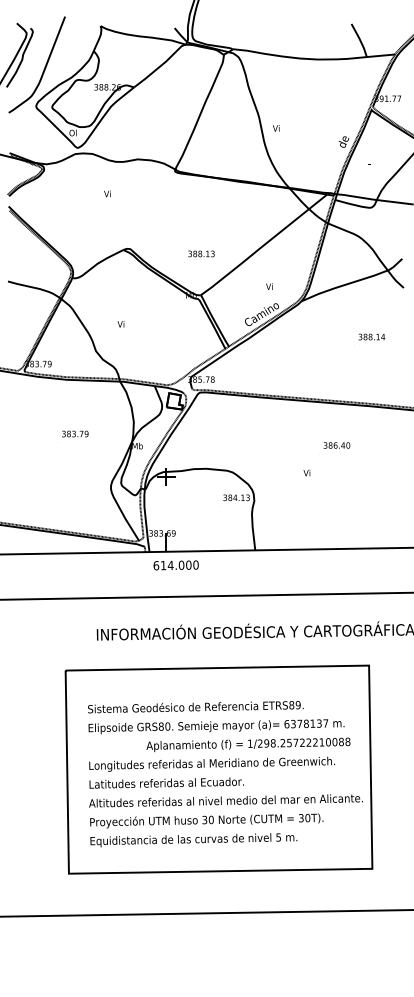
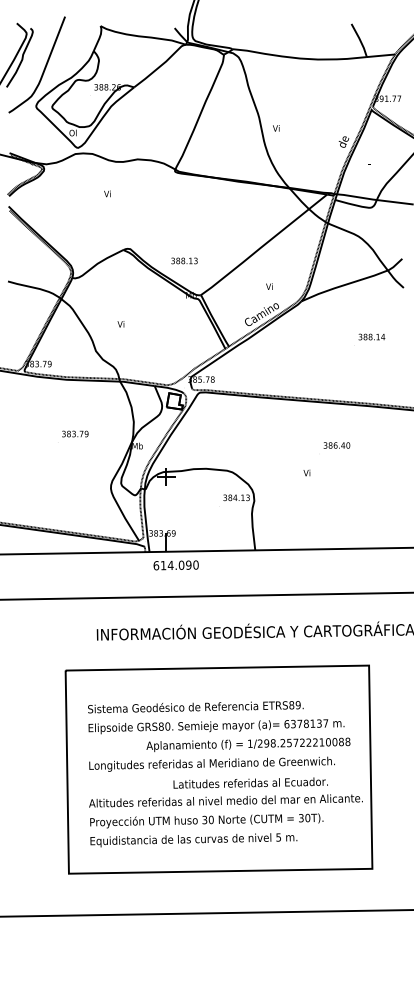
text at (201, 253) position: (201, 253) -> (184, 260)
text at (188, 564): 614.000 -> 614.090
text at (166, 782) position: (166, 782) -> (250, 782)
